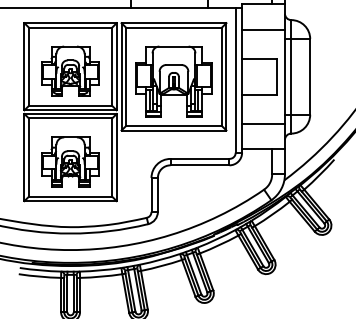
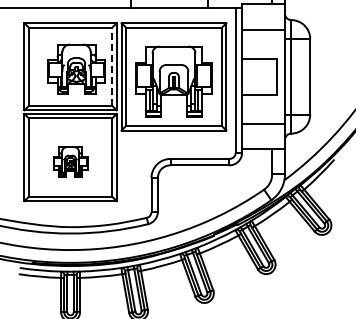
line at (112, 66): solid -> dashed
part at (70, 70) position: (70, 70) -> (76, 68)
part at (70, 161) size: 59x52 px -> 36x32 px
